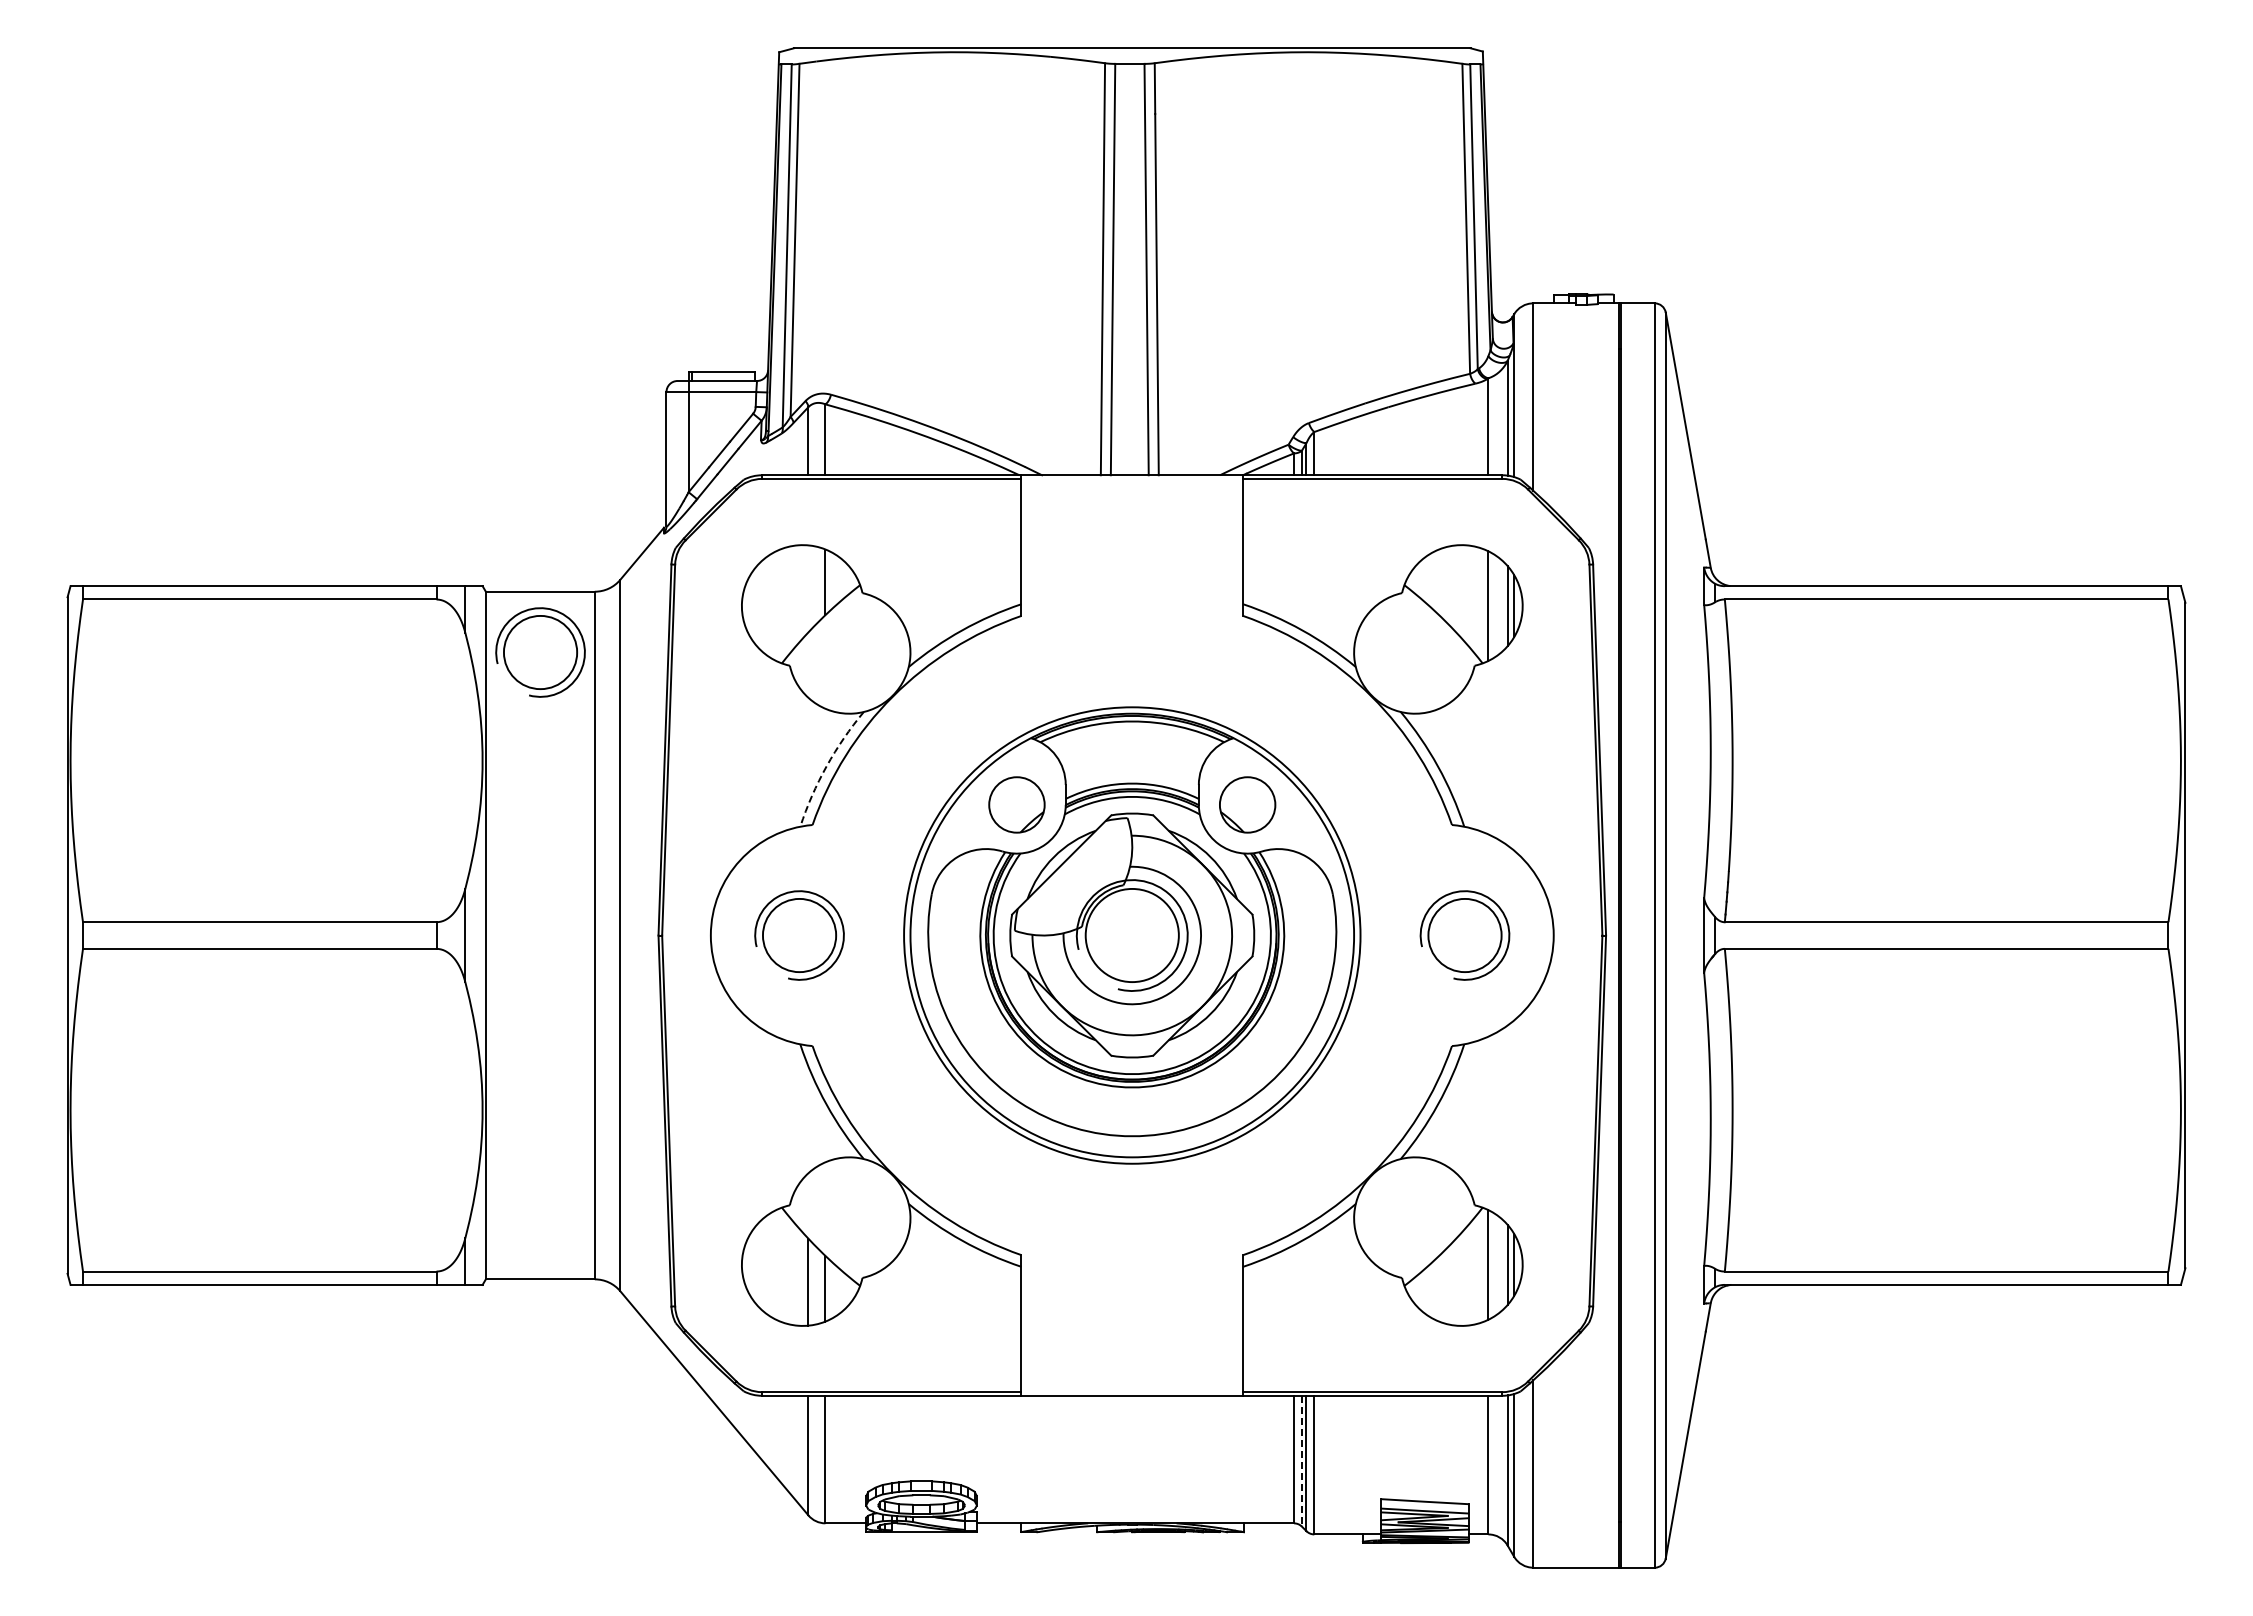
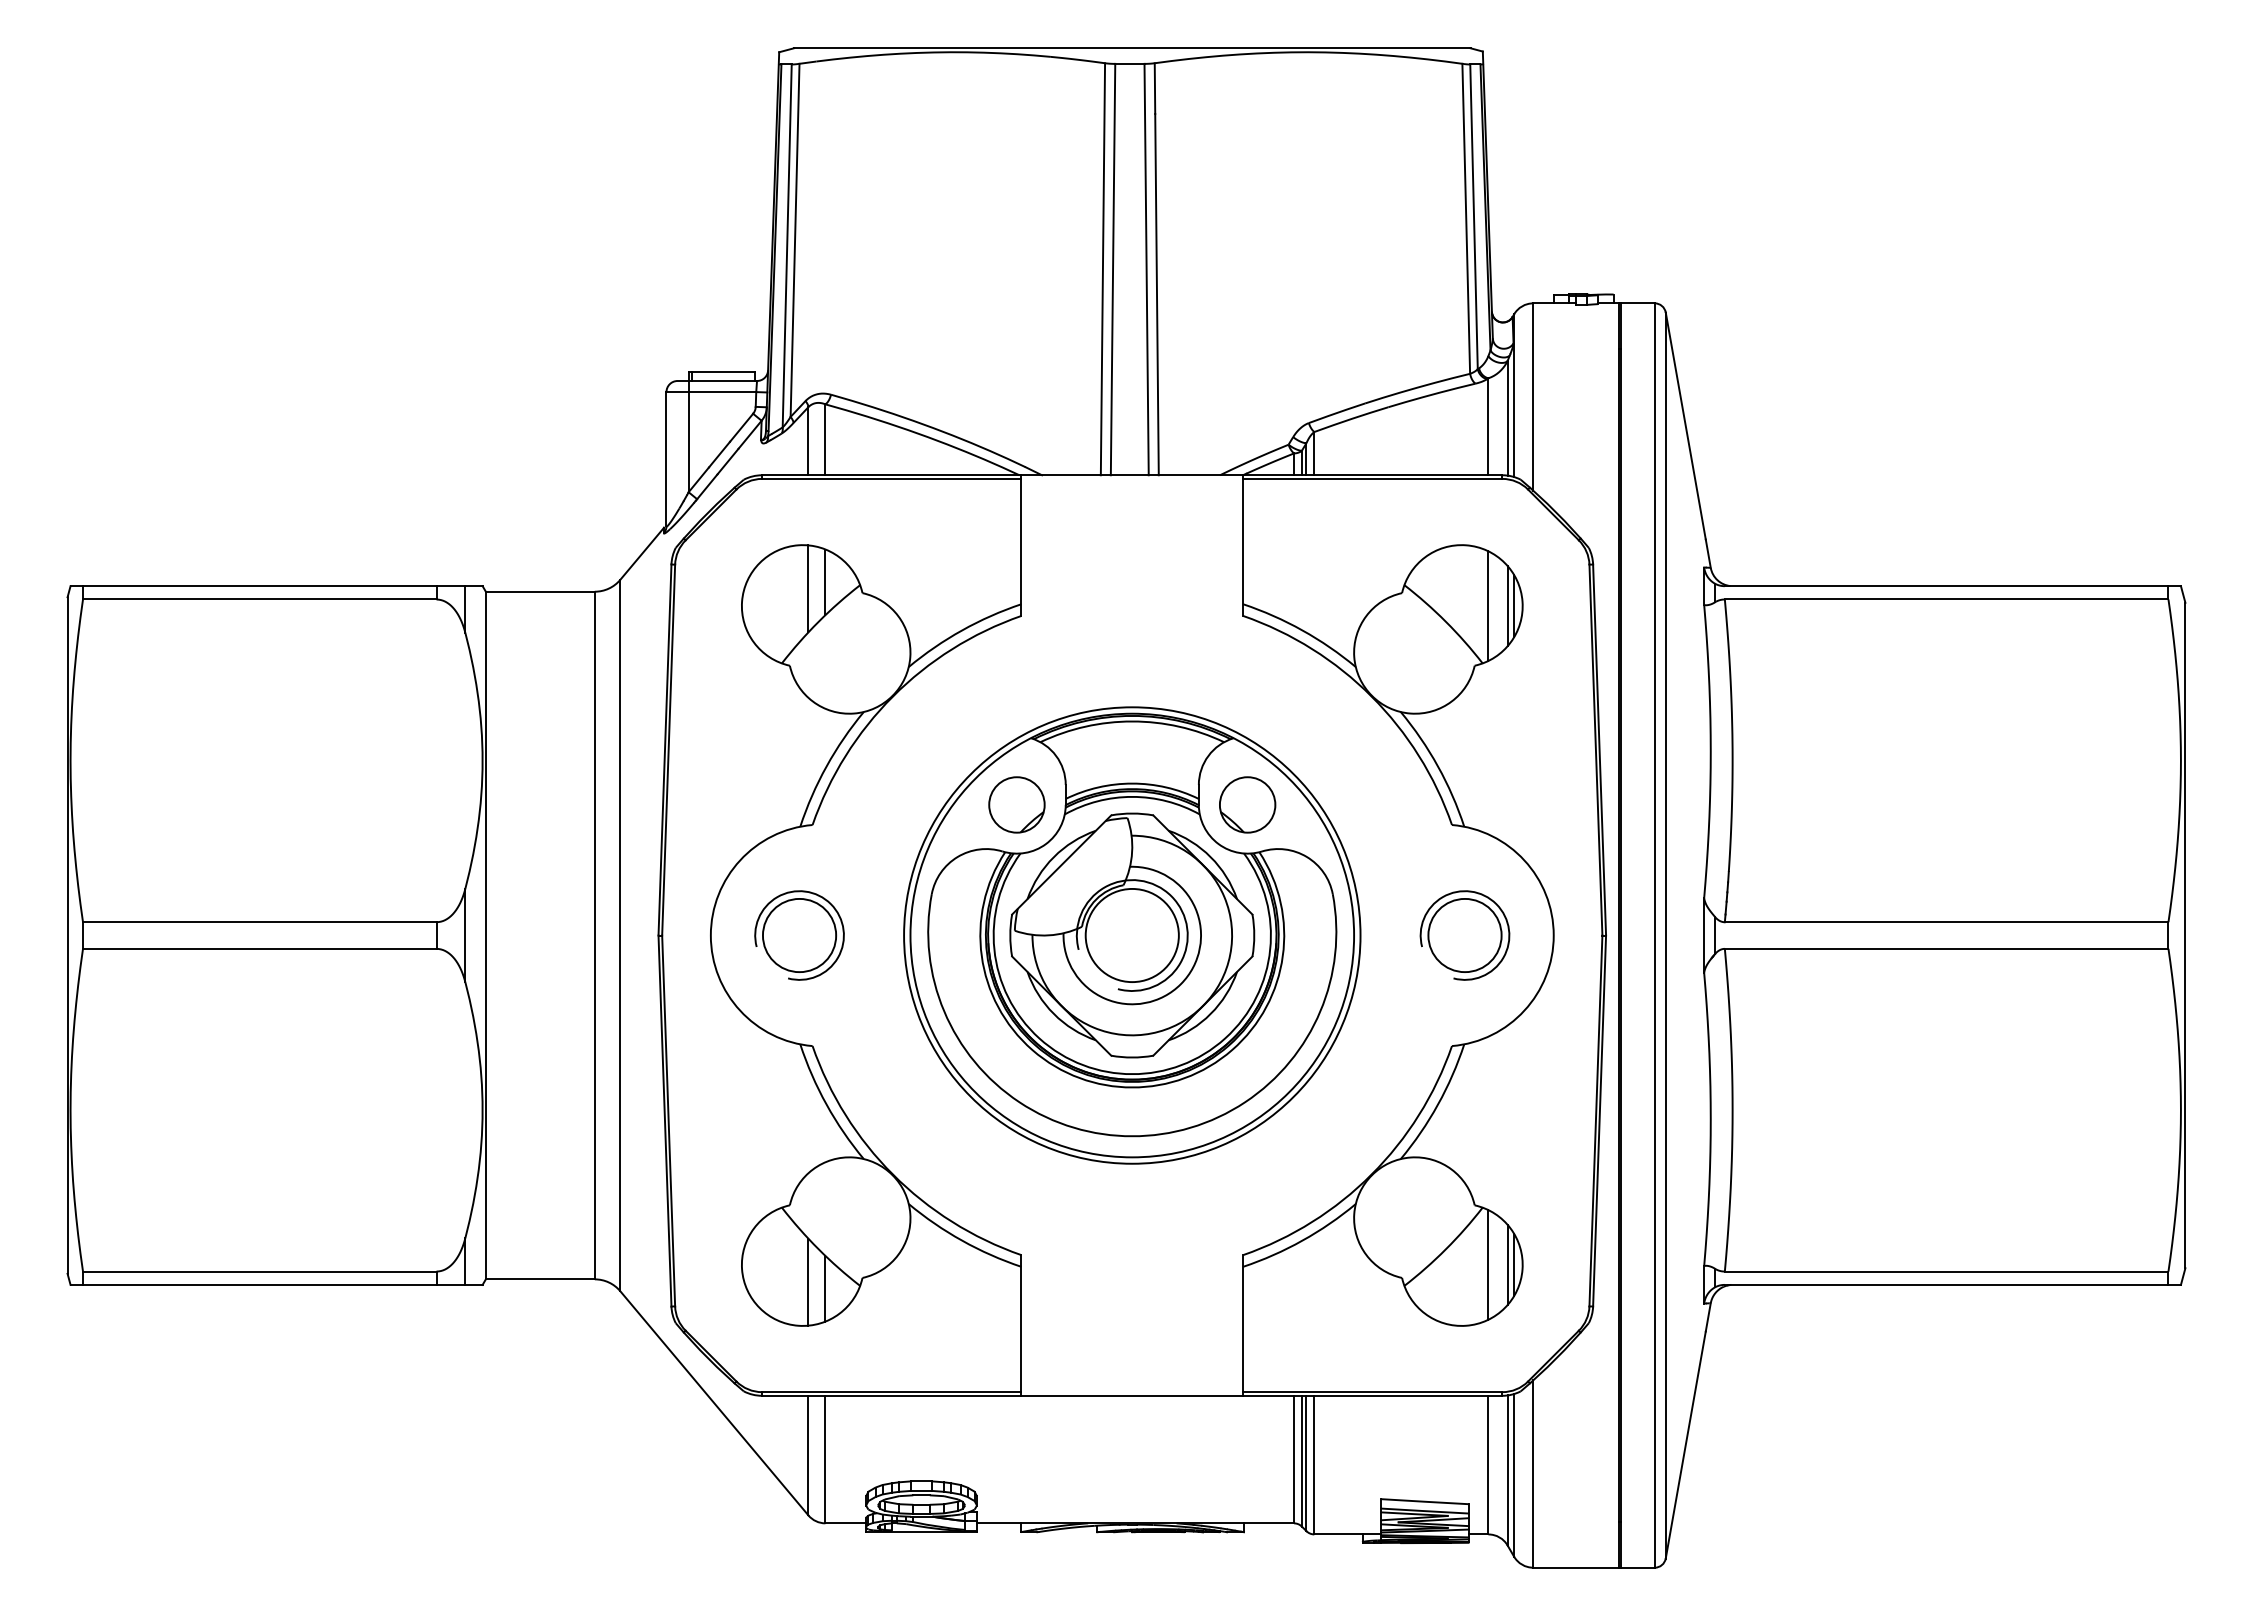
line at (808, 588): none -> present
part at (540, 652): present -> none
arc at (826, 766): dashed -> solid
line at (1301, 1461): dashed -> solid
